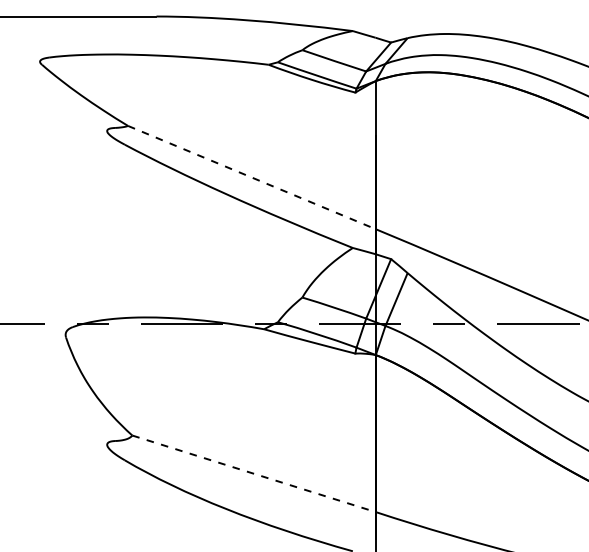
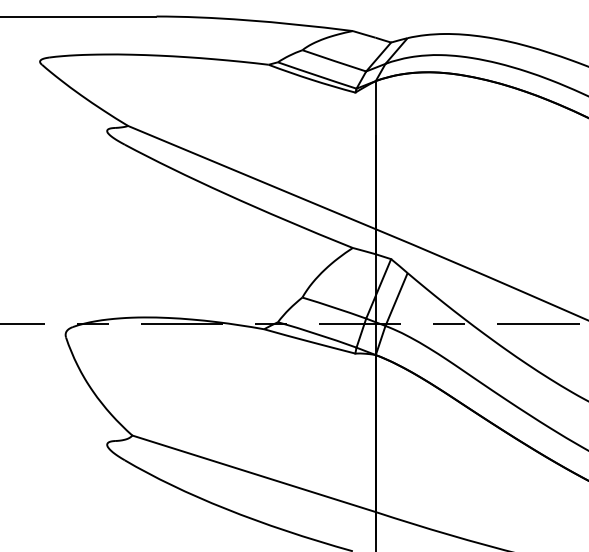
line at (252, 177): dashed -> solid
line at (254, 473): dashed -> solid
